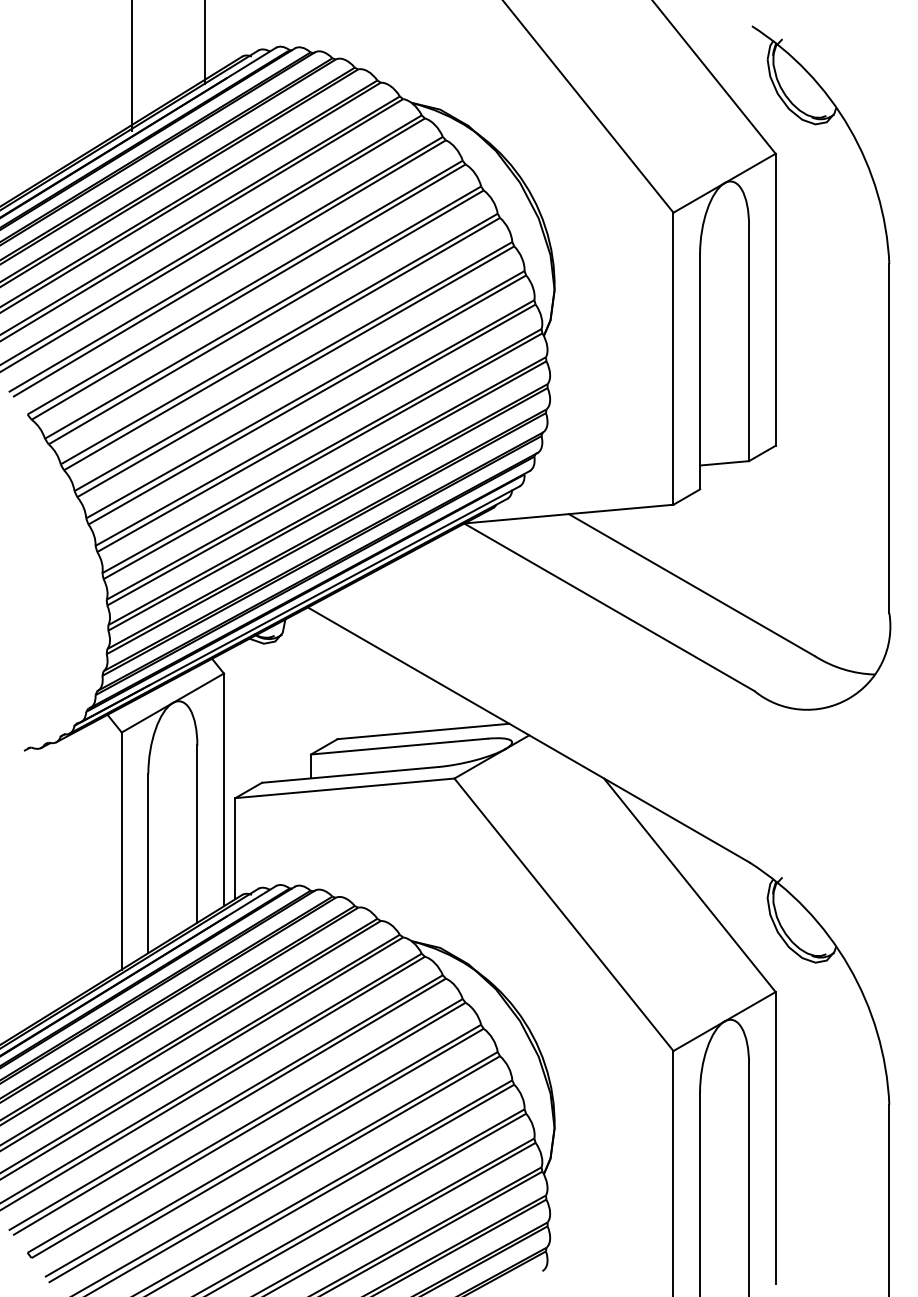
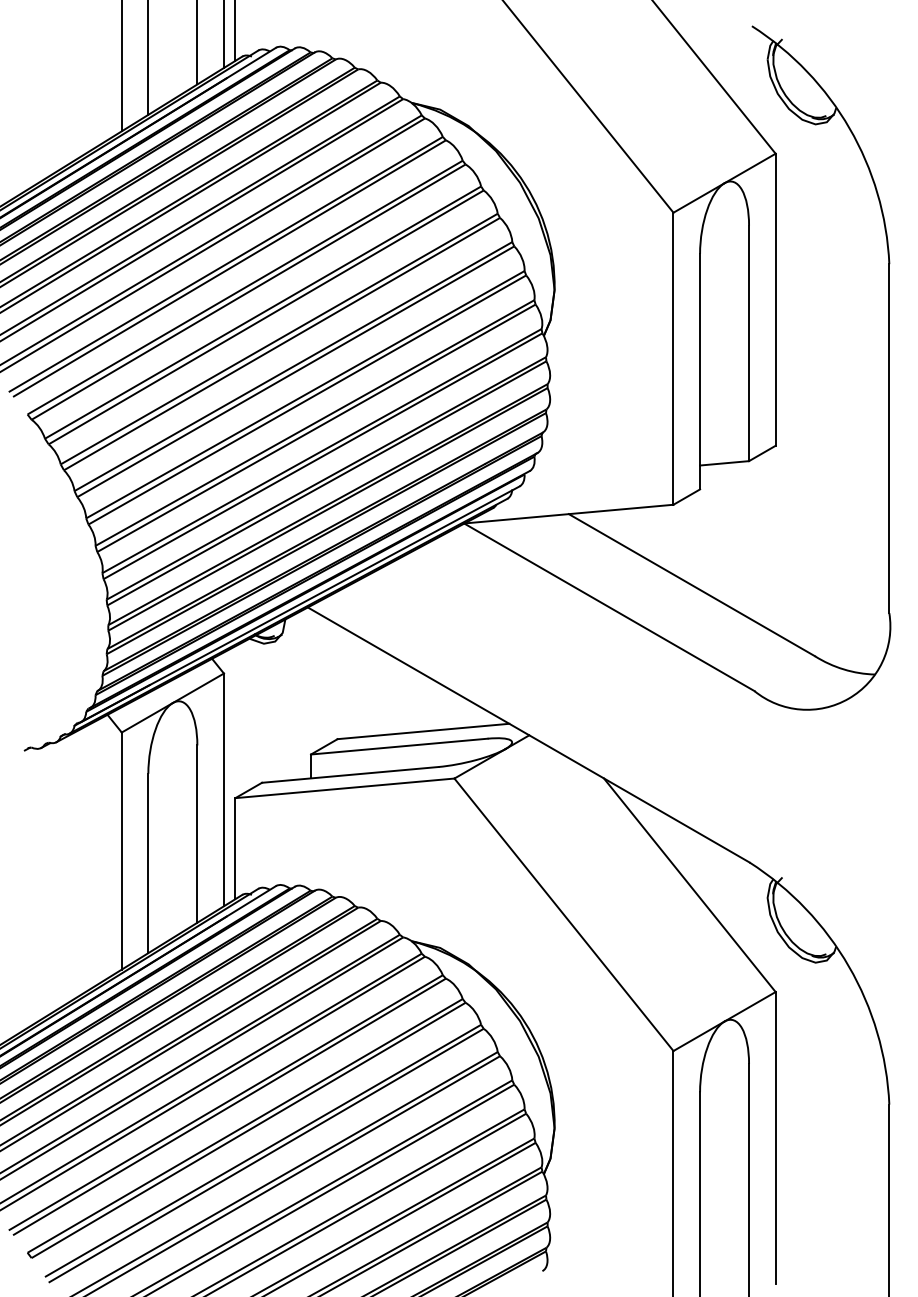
line at (235, 31): none -> present
line at (223, 35): none -> present
line at (205, 43) position: (205, 43) -> (197, 43)
line at (148, 58): none -> present
line at (131, 66) position: (131, 66) -> (121, 66)
